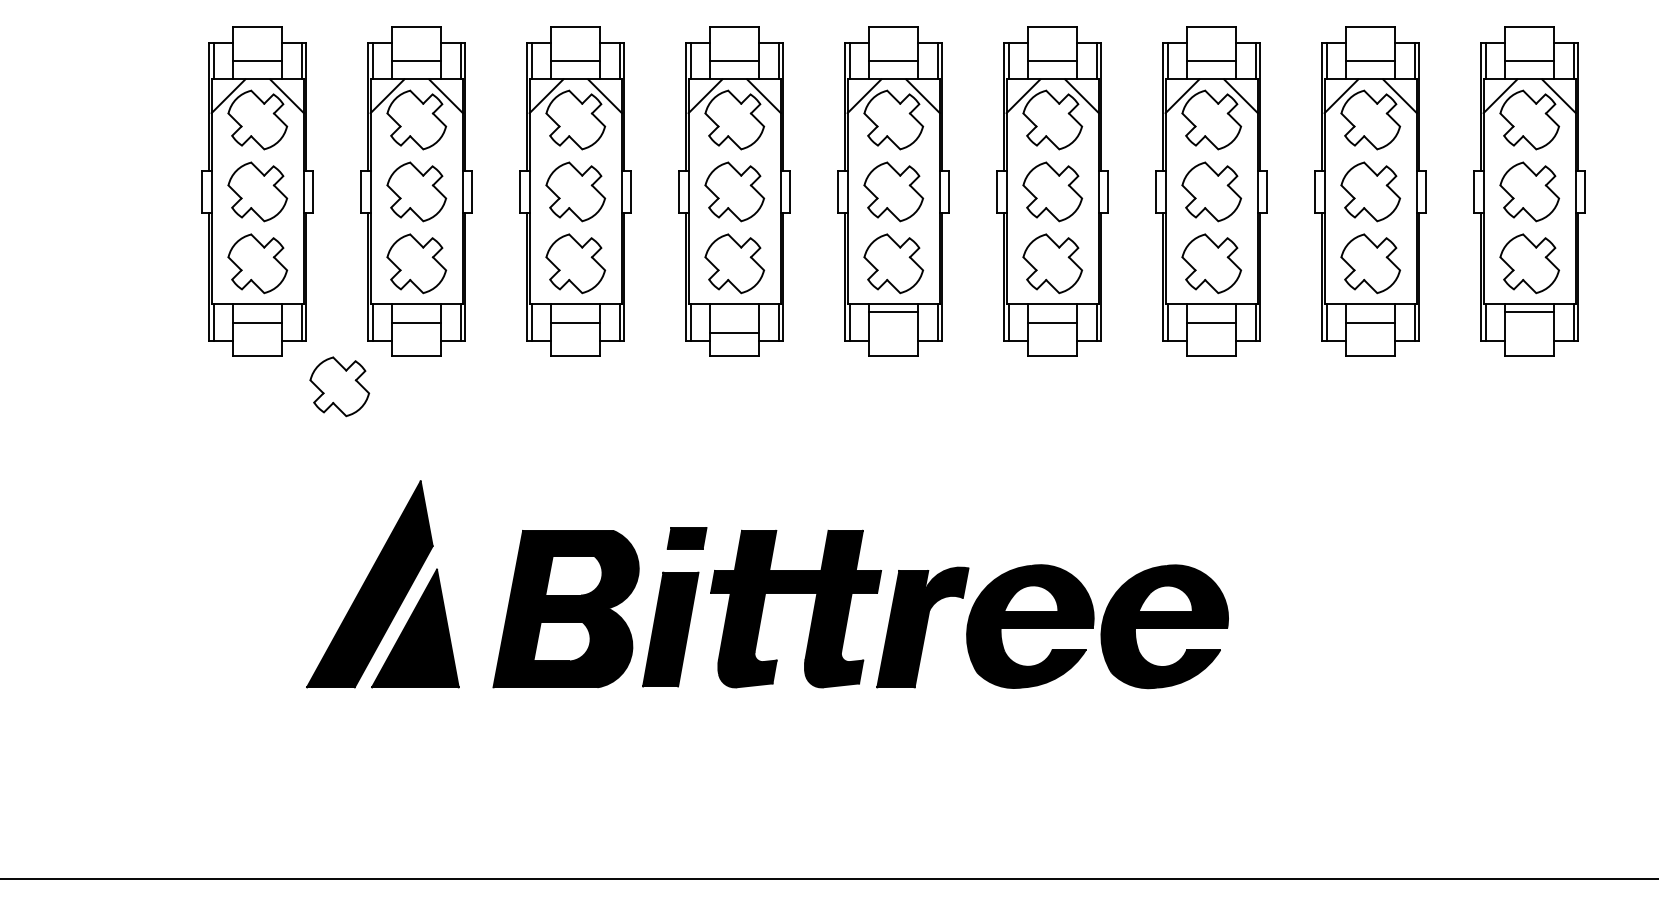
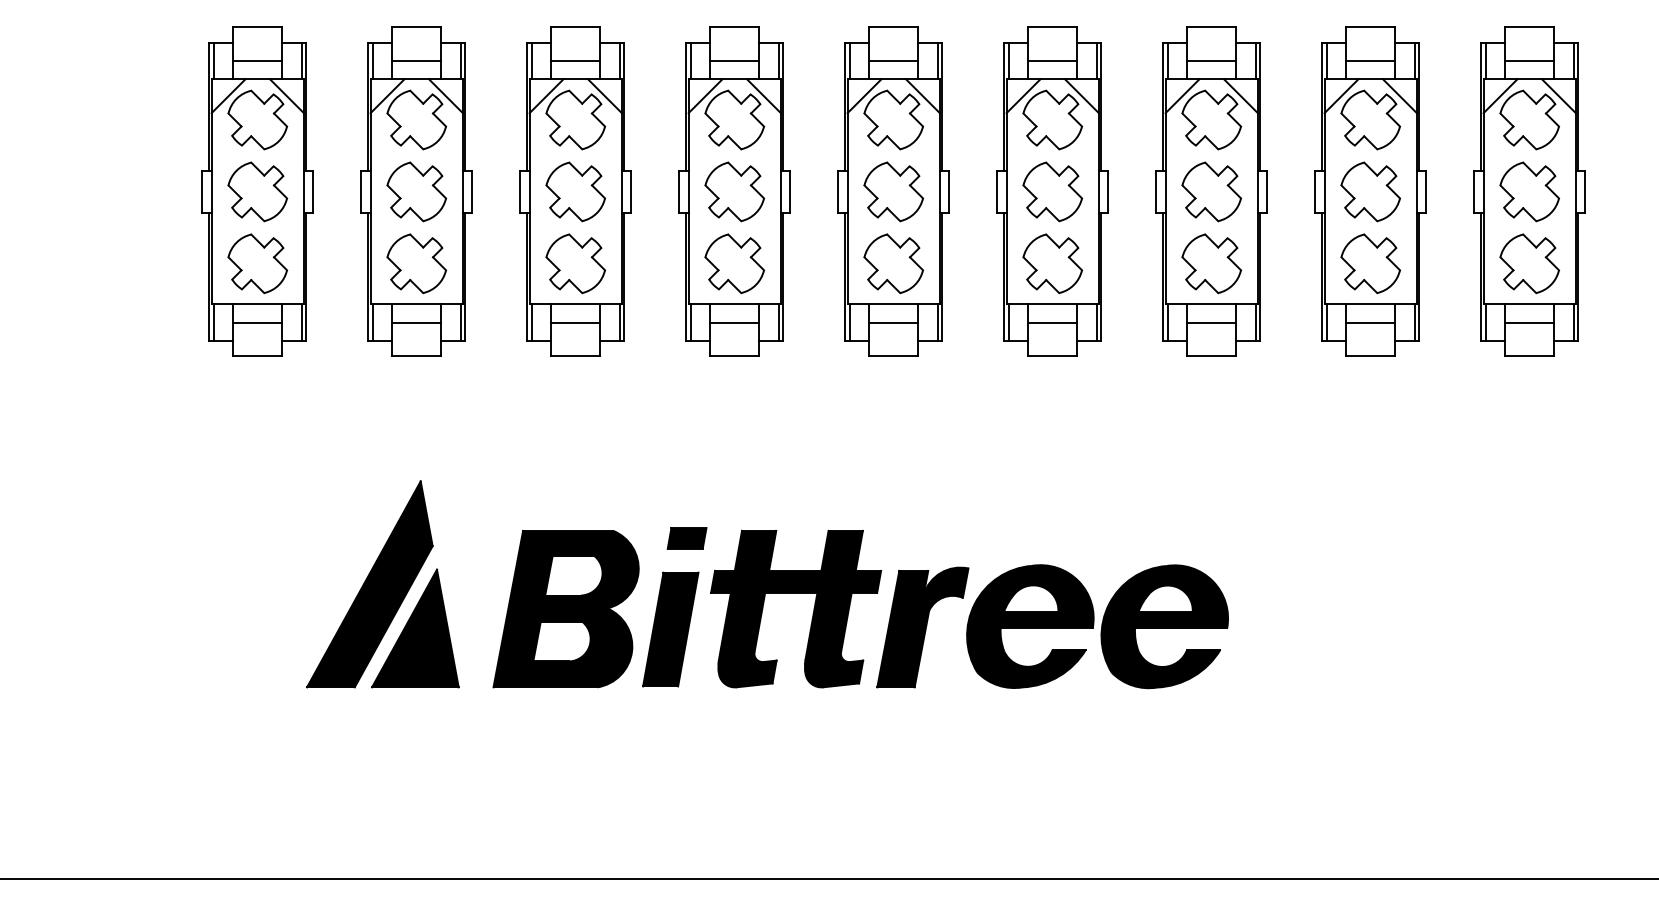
line at (893, 311) position: (893, 311) -> (893, 322)
line at (1529, 311) position: (1529, 311) -> (1529, 322)
line at (734, 332) position: (734, 332) -> (734, 322)
part at (339, 386): present -> none
